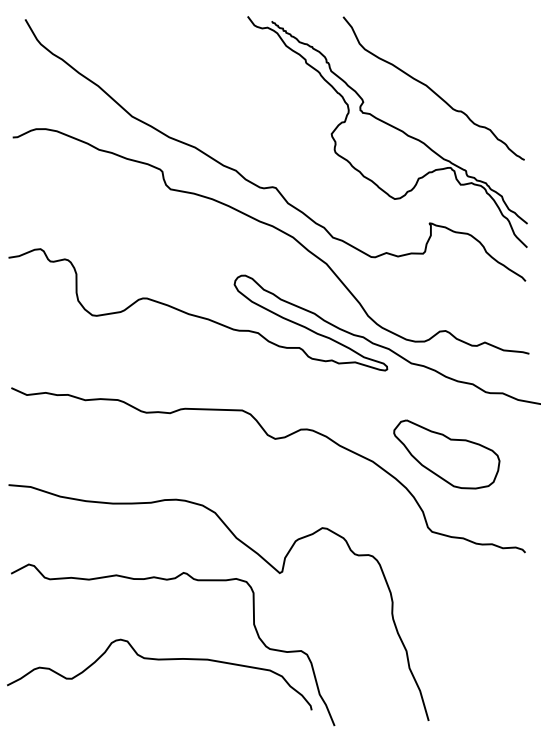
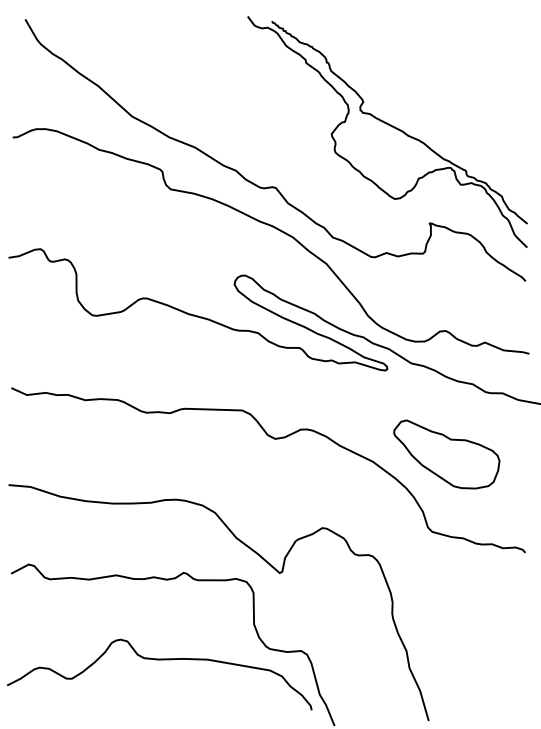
curve at (432, 89): present -> none
